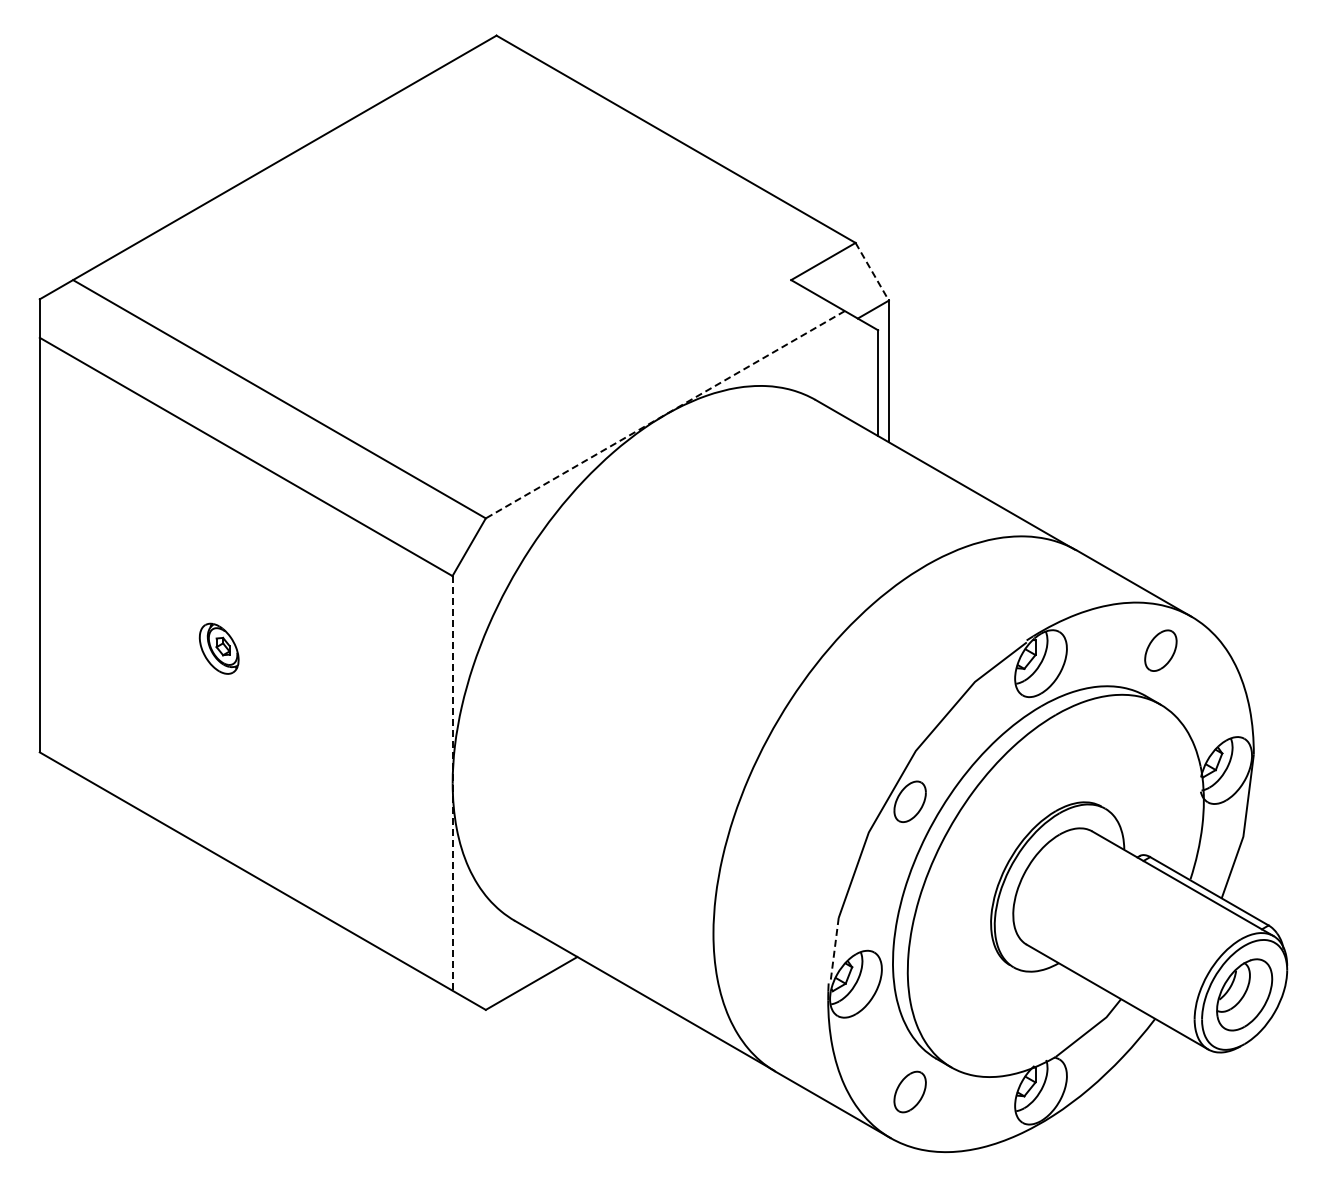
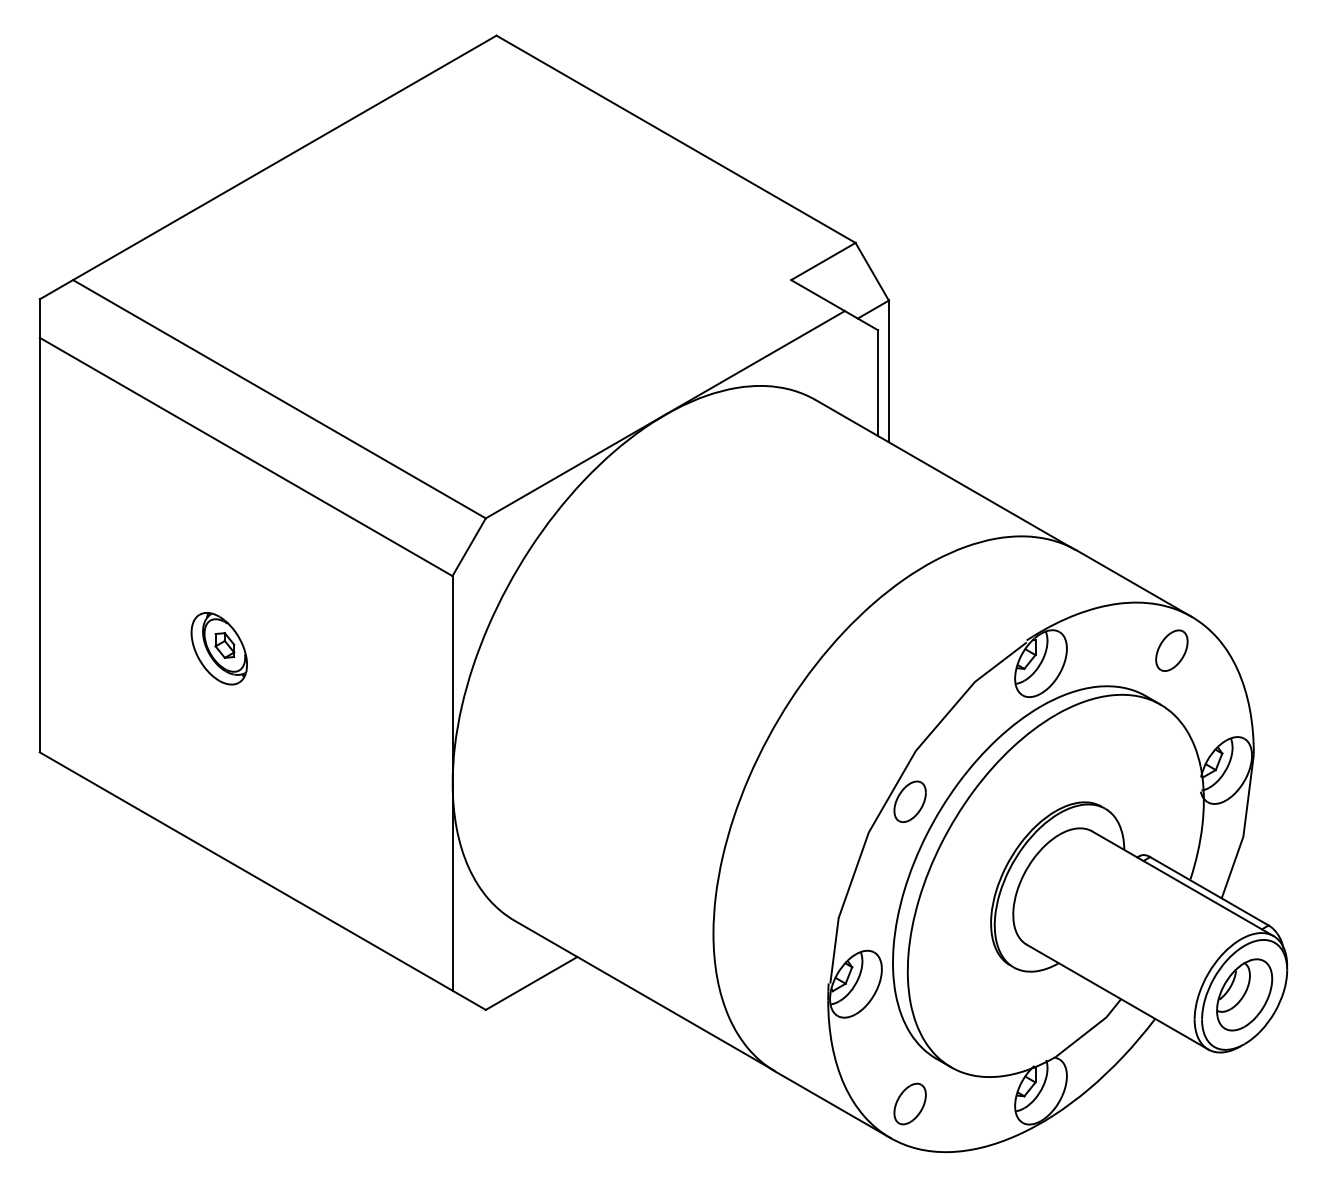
line at (872, 272): dashed -> solid
line at (664, 414): dashed -> solid
part at (218, 648) size: 42x53 px -> 58x74 px
part at (1160, 650) position: (1160, 650) -> (1171, 650)
line at (452, 783): dashed -> solid
line at (834, 950): dashed -> solid
part at (909, 1091) position: (909, 1091) -> (909, 1103)
